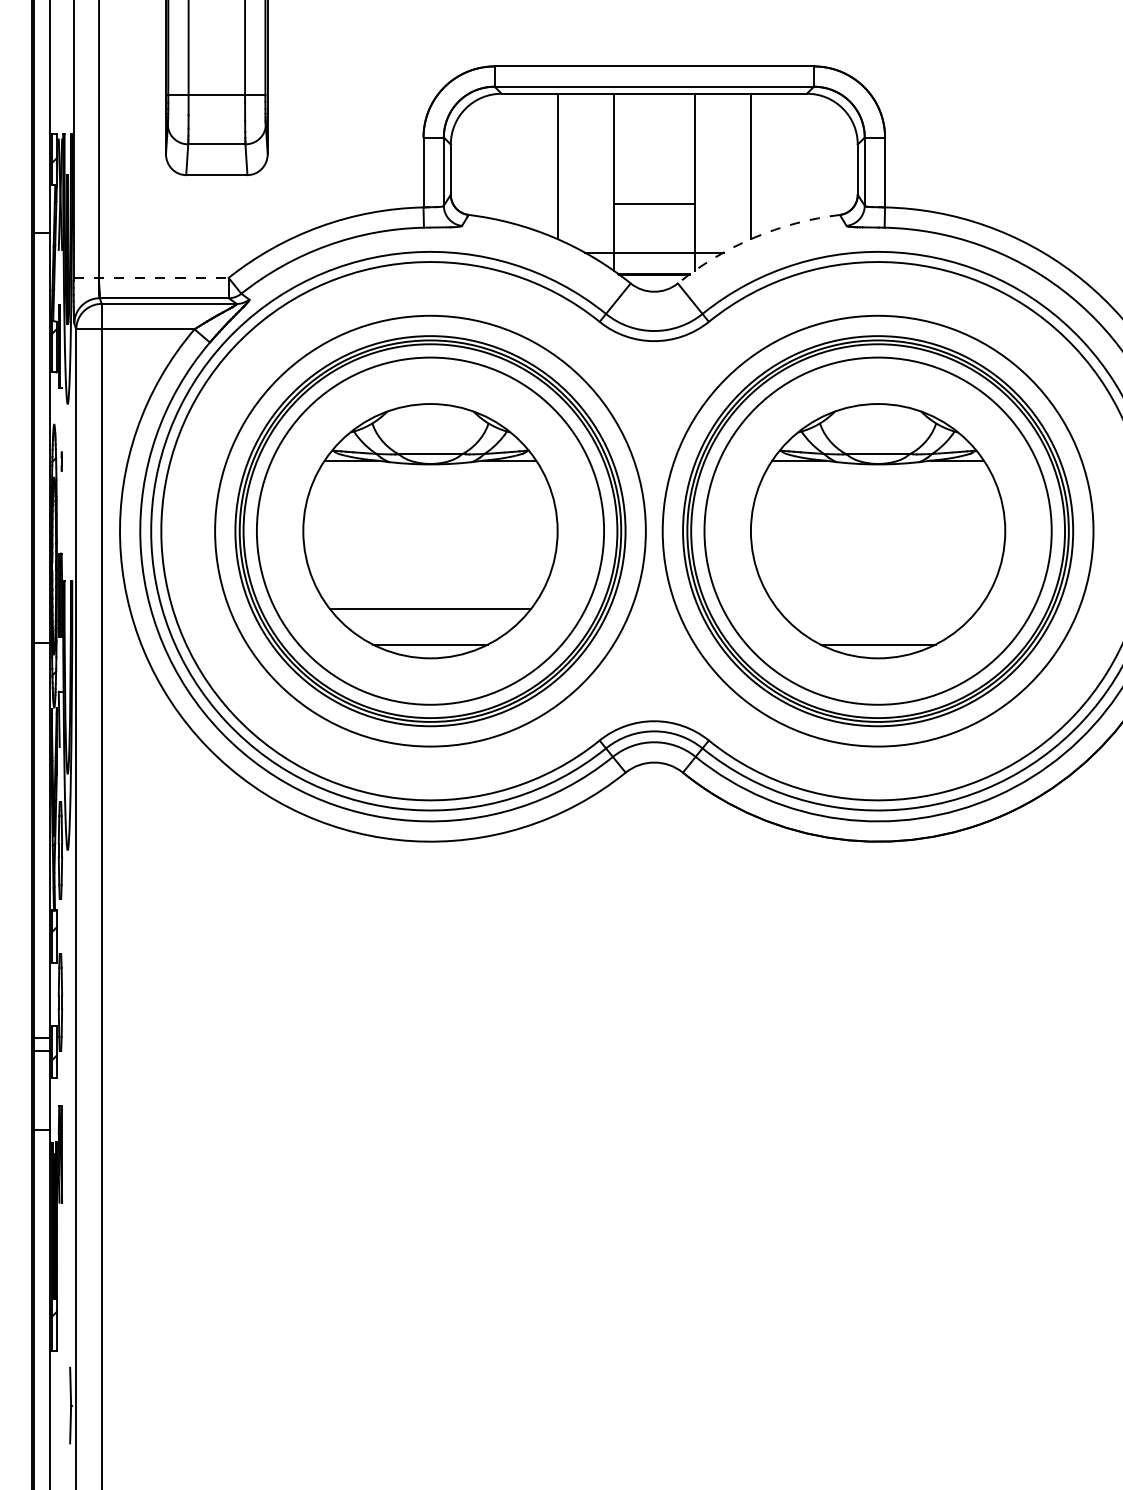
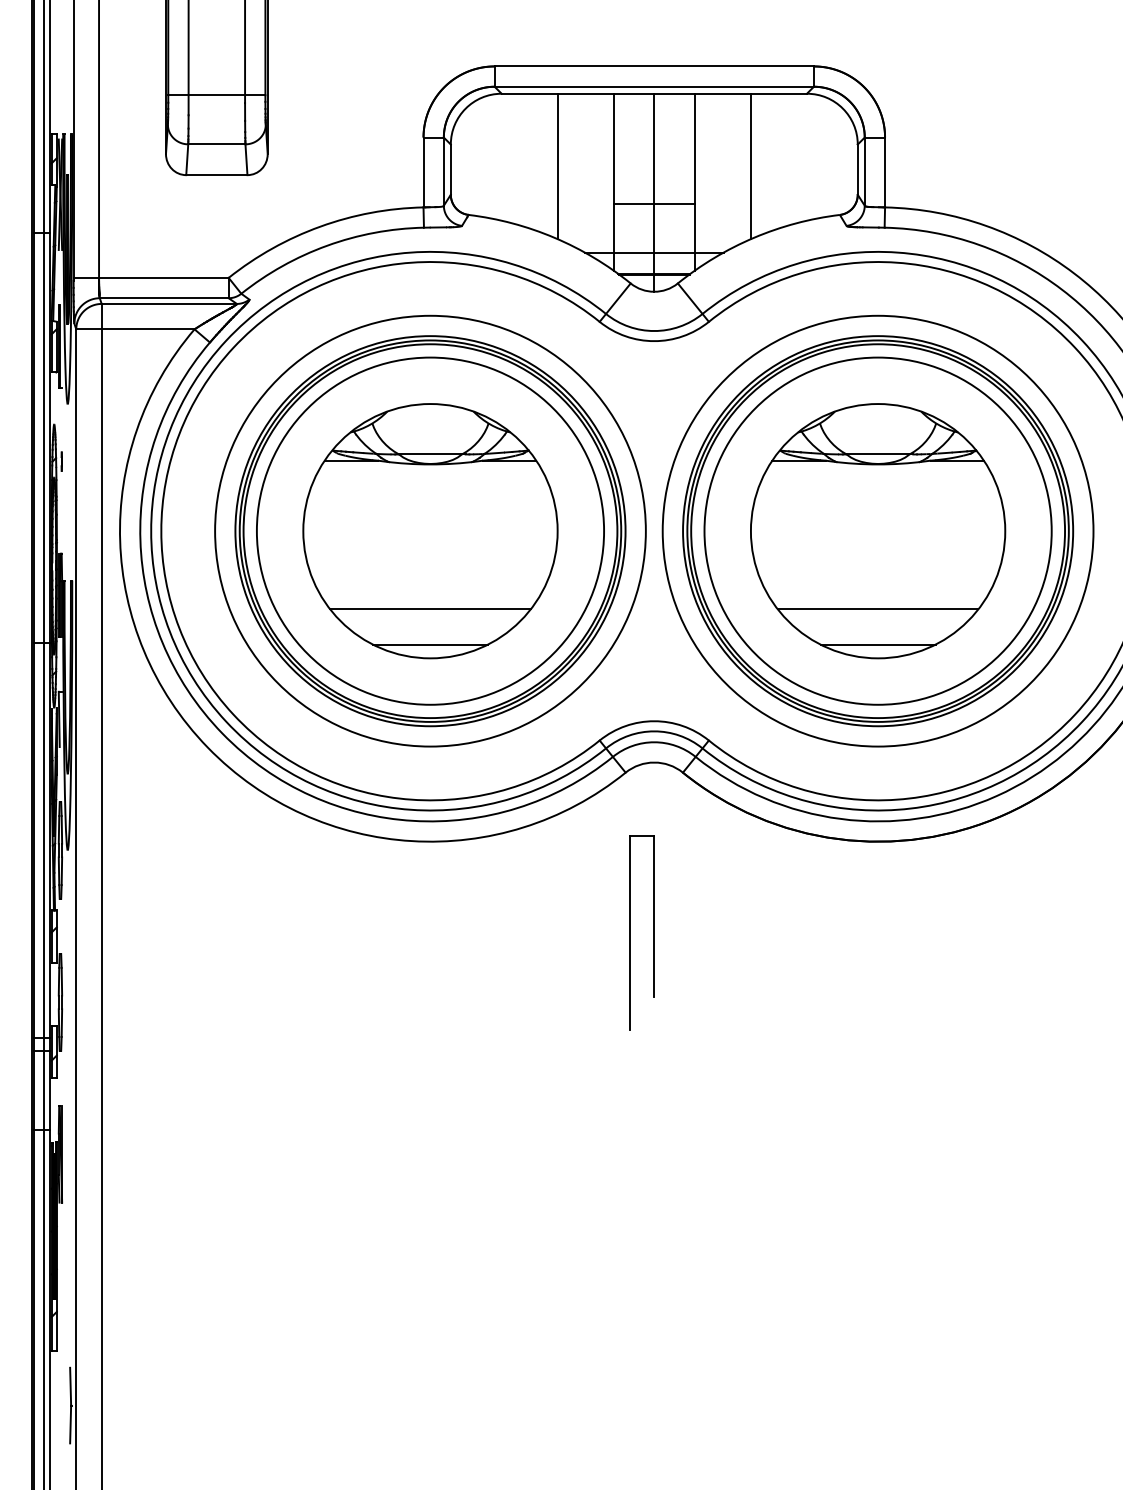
line at (654, 192): none -> present
arc at (754, 237): dashed -> solid
line at (151, 277): dashed -> solid
line at (877, 609): none -> present
line at (43, 744): none -> present
part at (630, 932): none -> present
